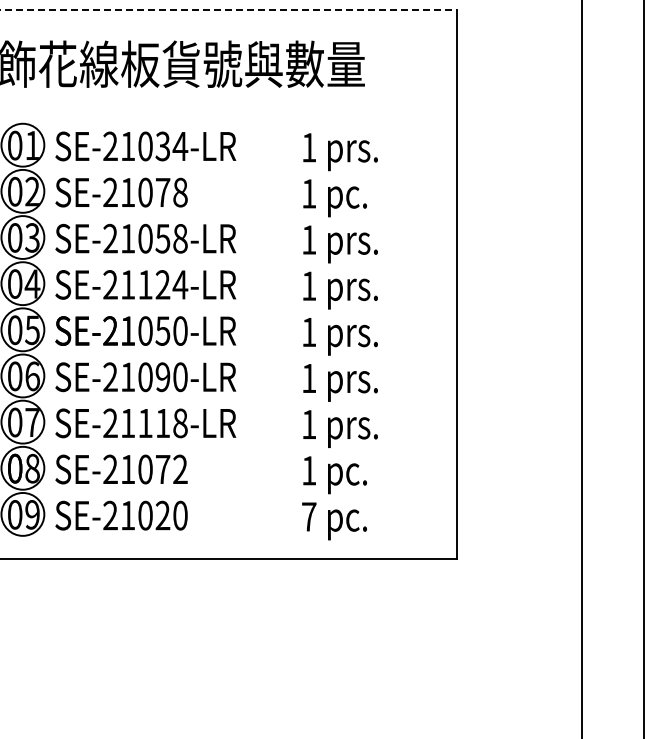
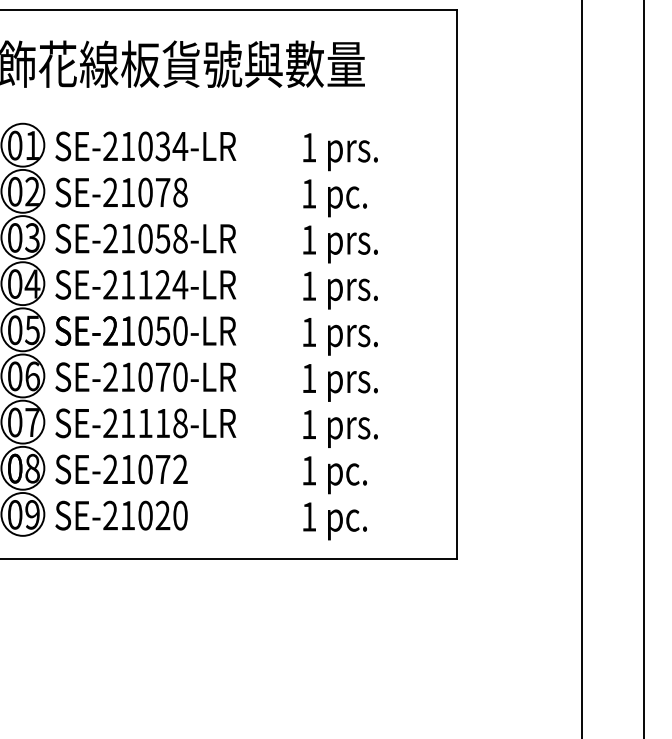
line at (229, 10): dashed -> solid
text at (162, 377): SE-21090-LR -> SE-21070-LR
text at (309, 516): 7 -> 1
